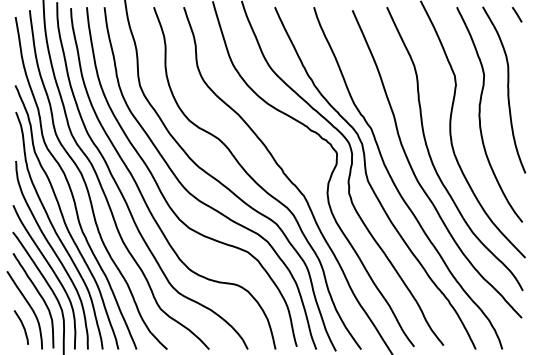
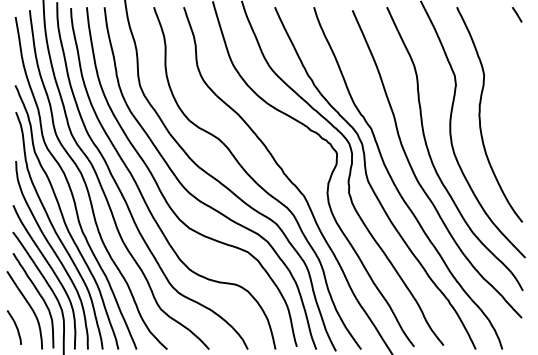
curve at (507, 89): present -> none
curve at (22, 327) position: (22, 327) -> (15, 327)
